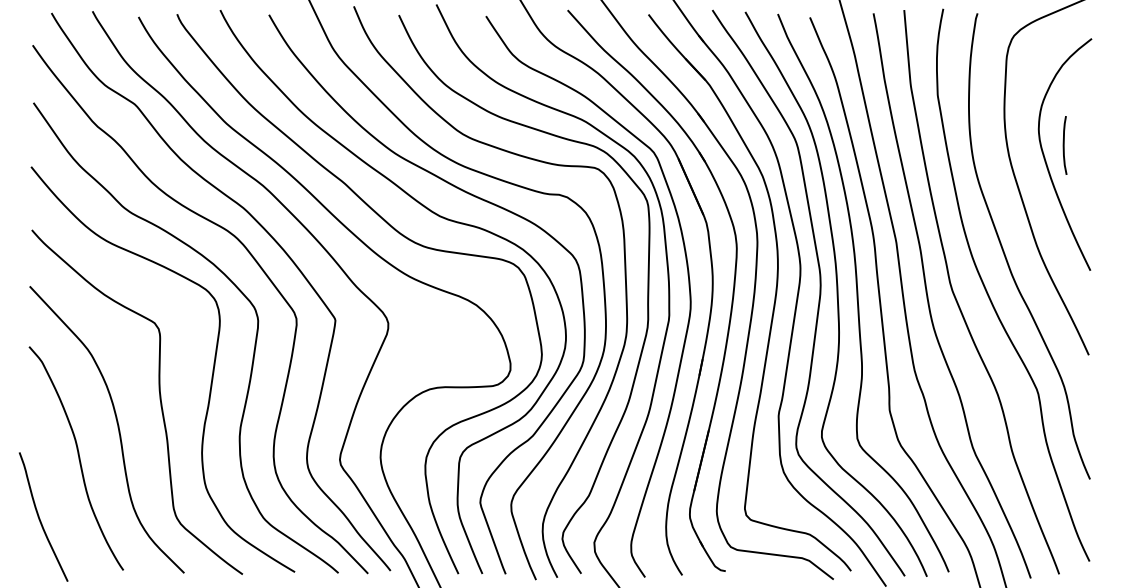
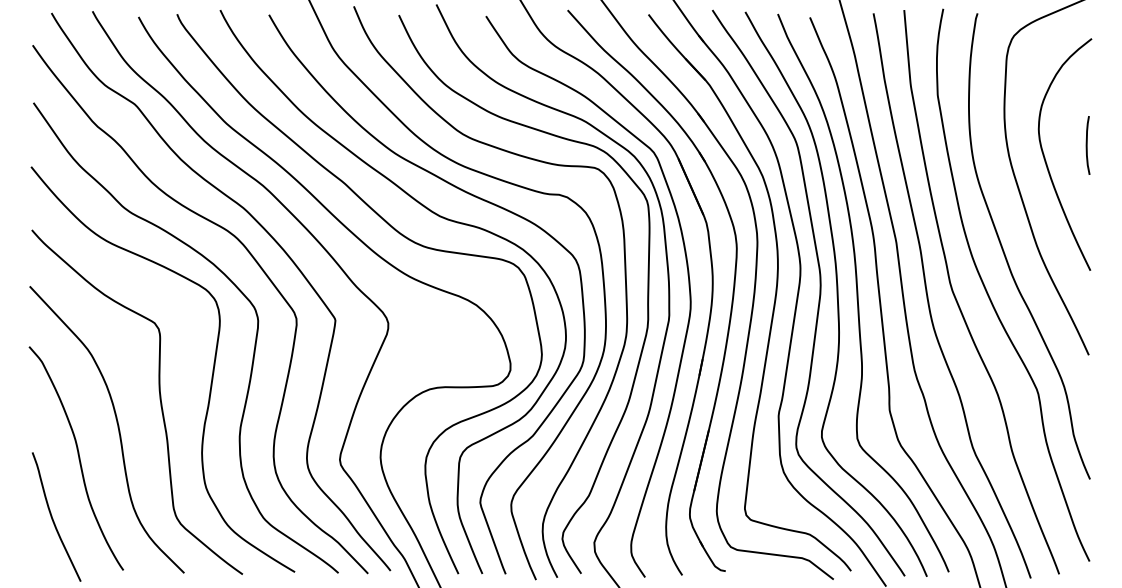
curve at (1064, 145) position: (1064, 145) -> (1087, 145)
curve at (40, 518) position: (40, 518) -> (53, 518)
